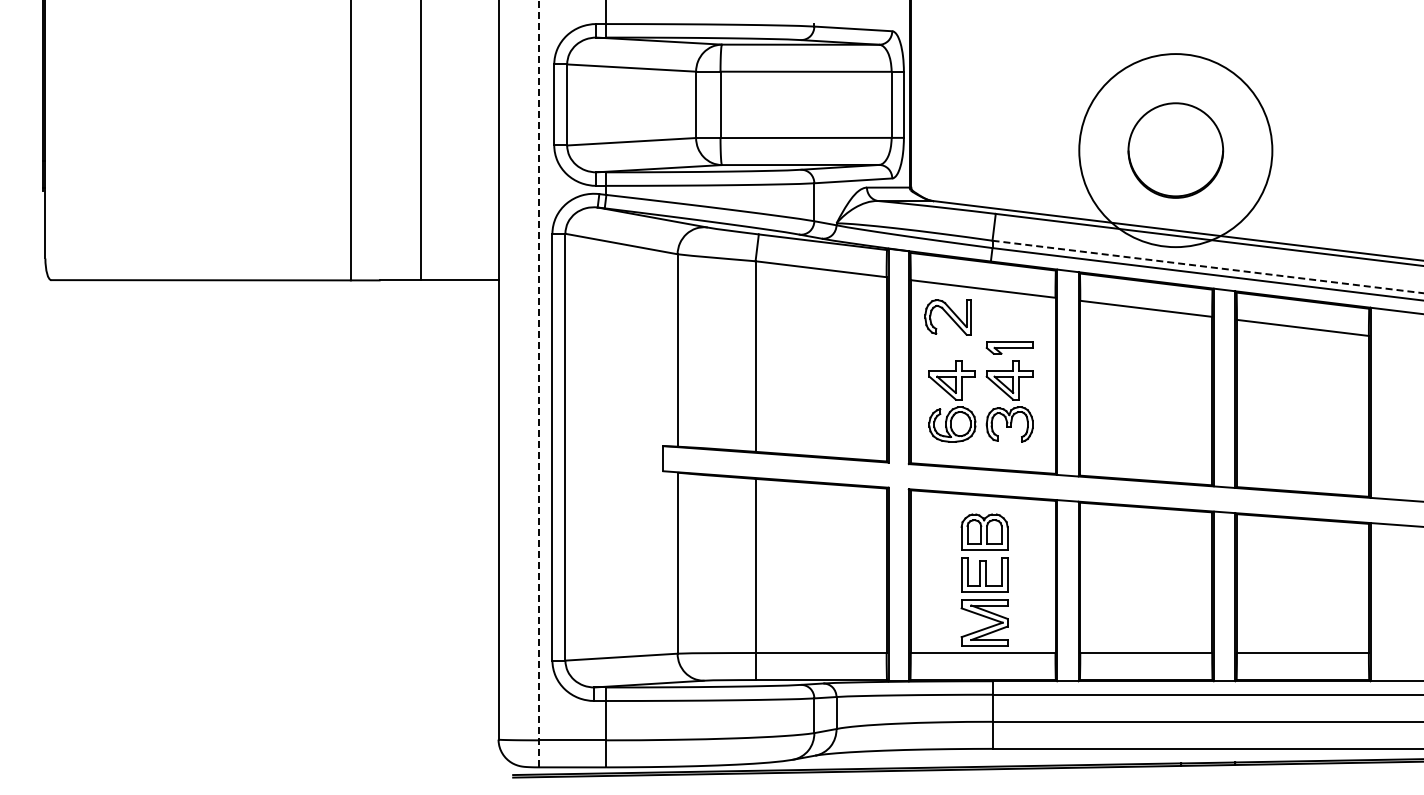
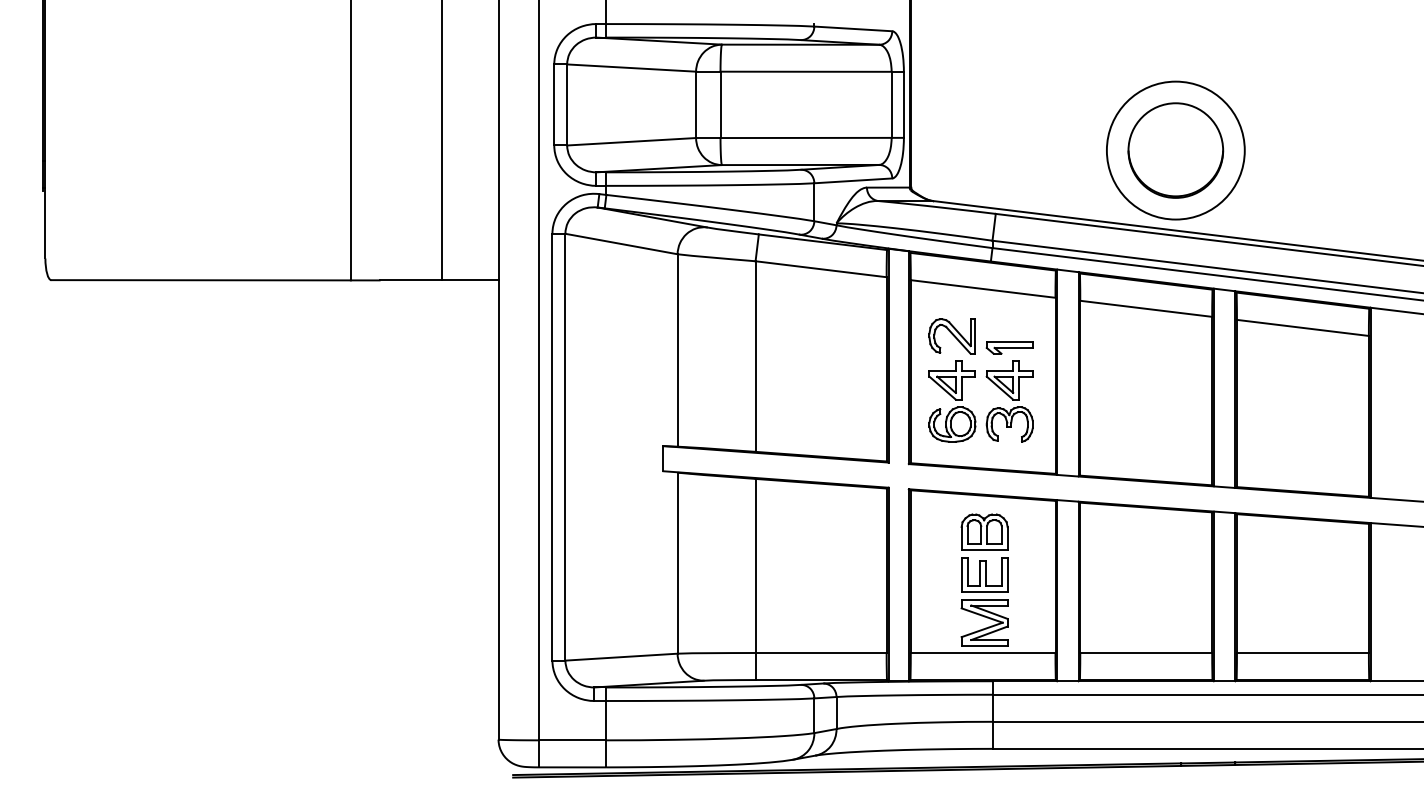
line at (421, 141) position: (421, 141) -> (442, 141)
circle at (1175, 150) diameter: 193 px -> 138 px
line at (1207, 266): dashed -> solid
part at (947, 317) position: (947, 317) -> (951, 336)
line at (539, 383): dashed -> solid
